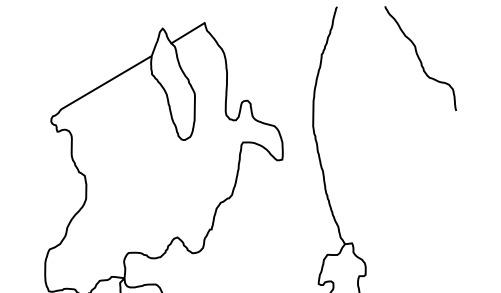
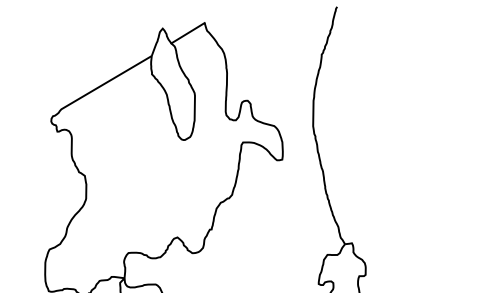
curve at (420, 58): present -> none
